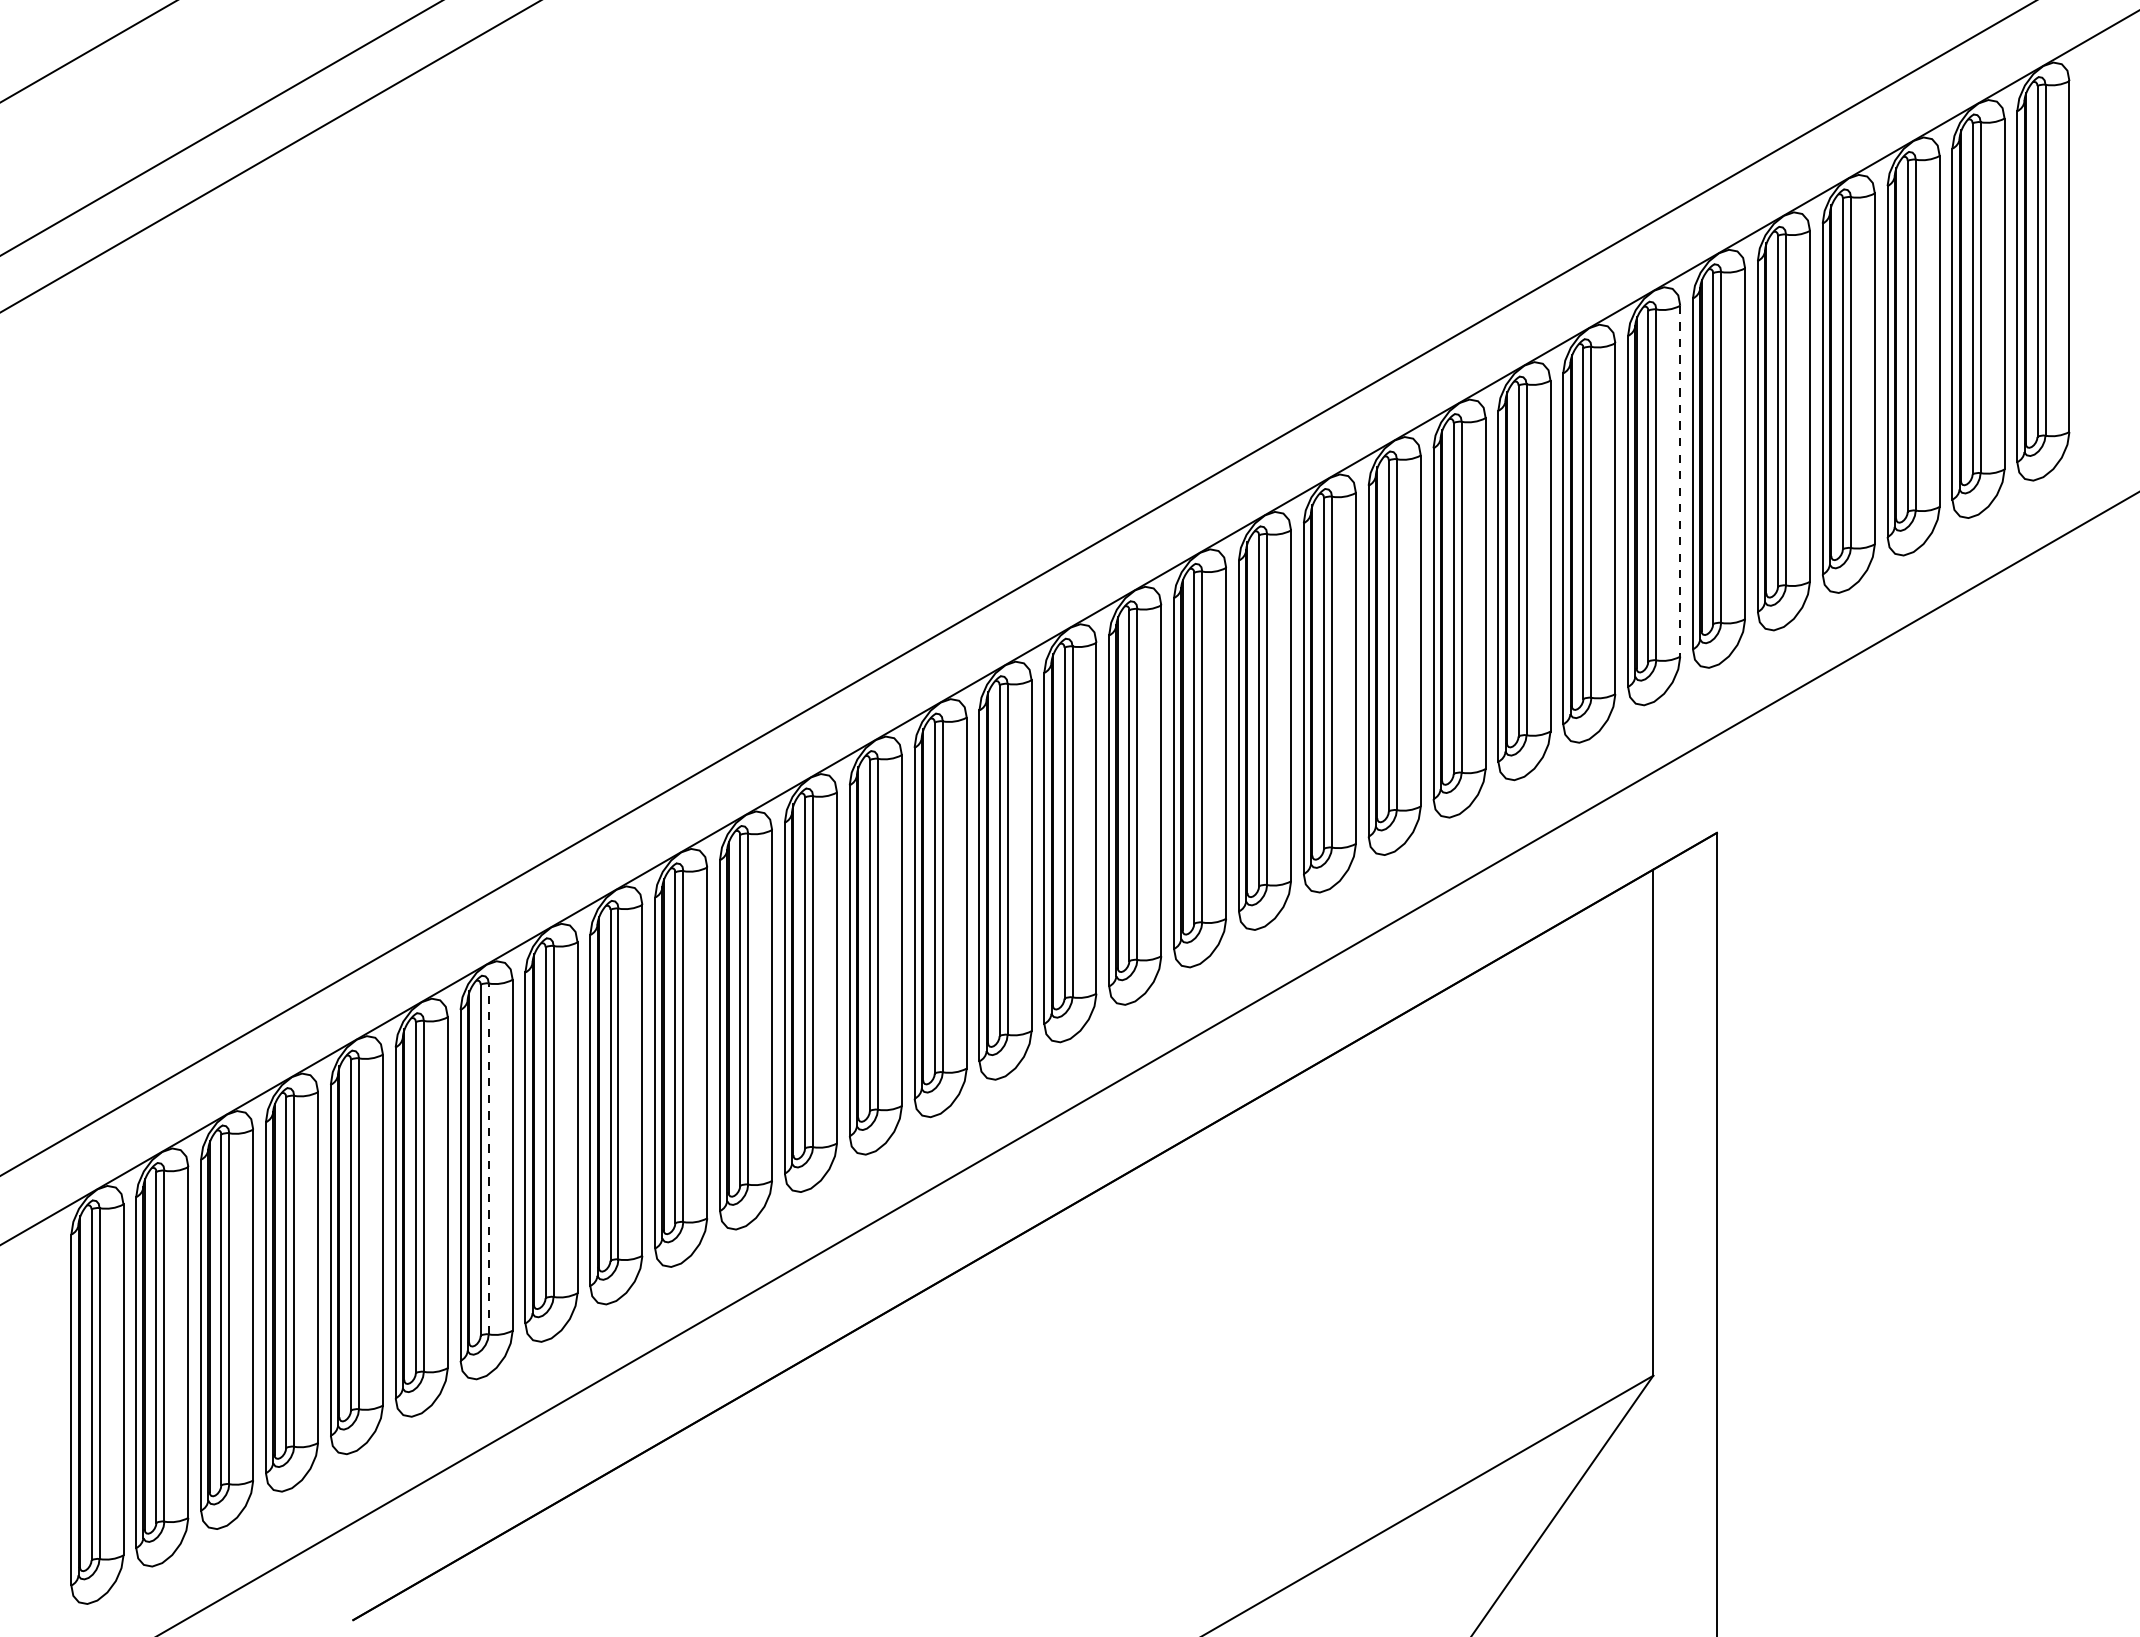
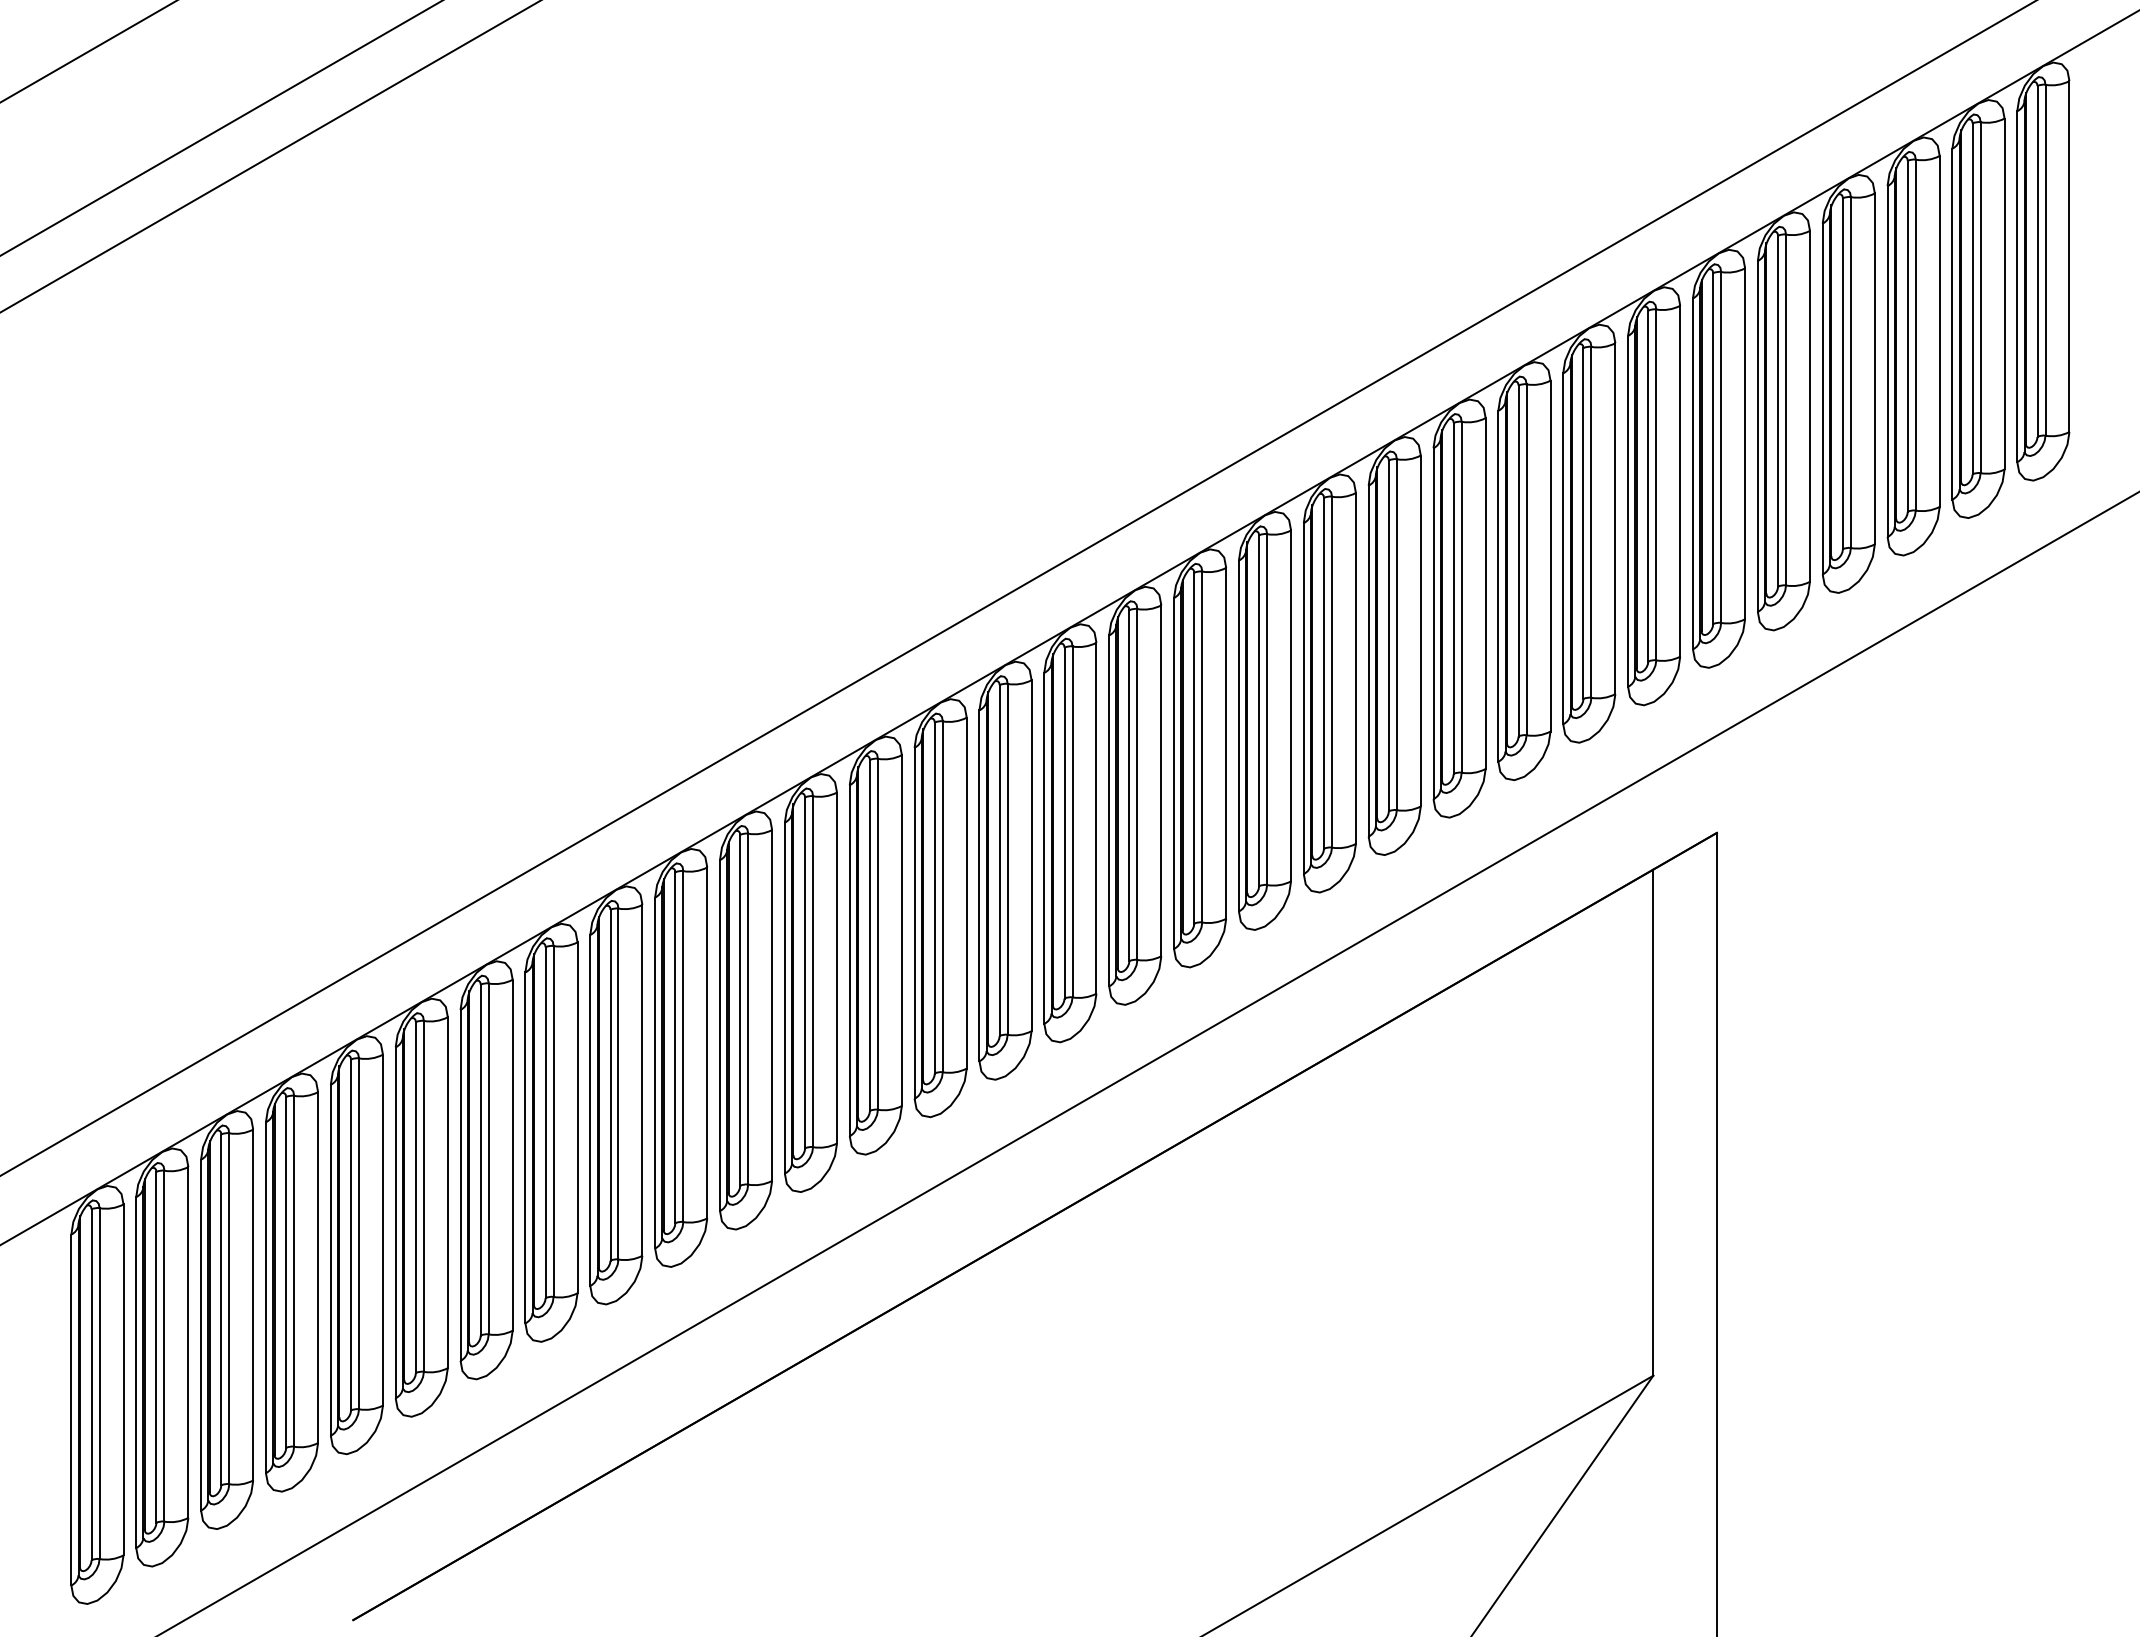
line at (1680, 481): dashed -> solid
line at (488, 1158): dashed -> solid
